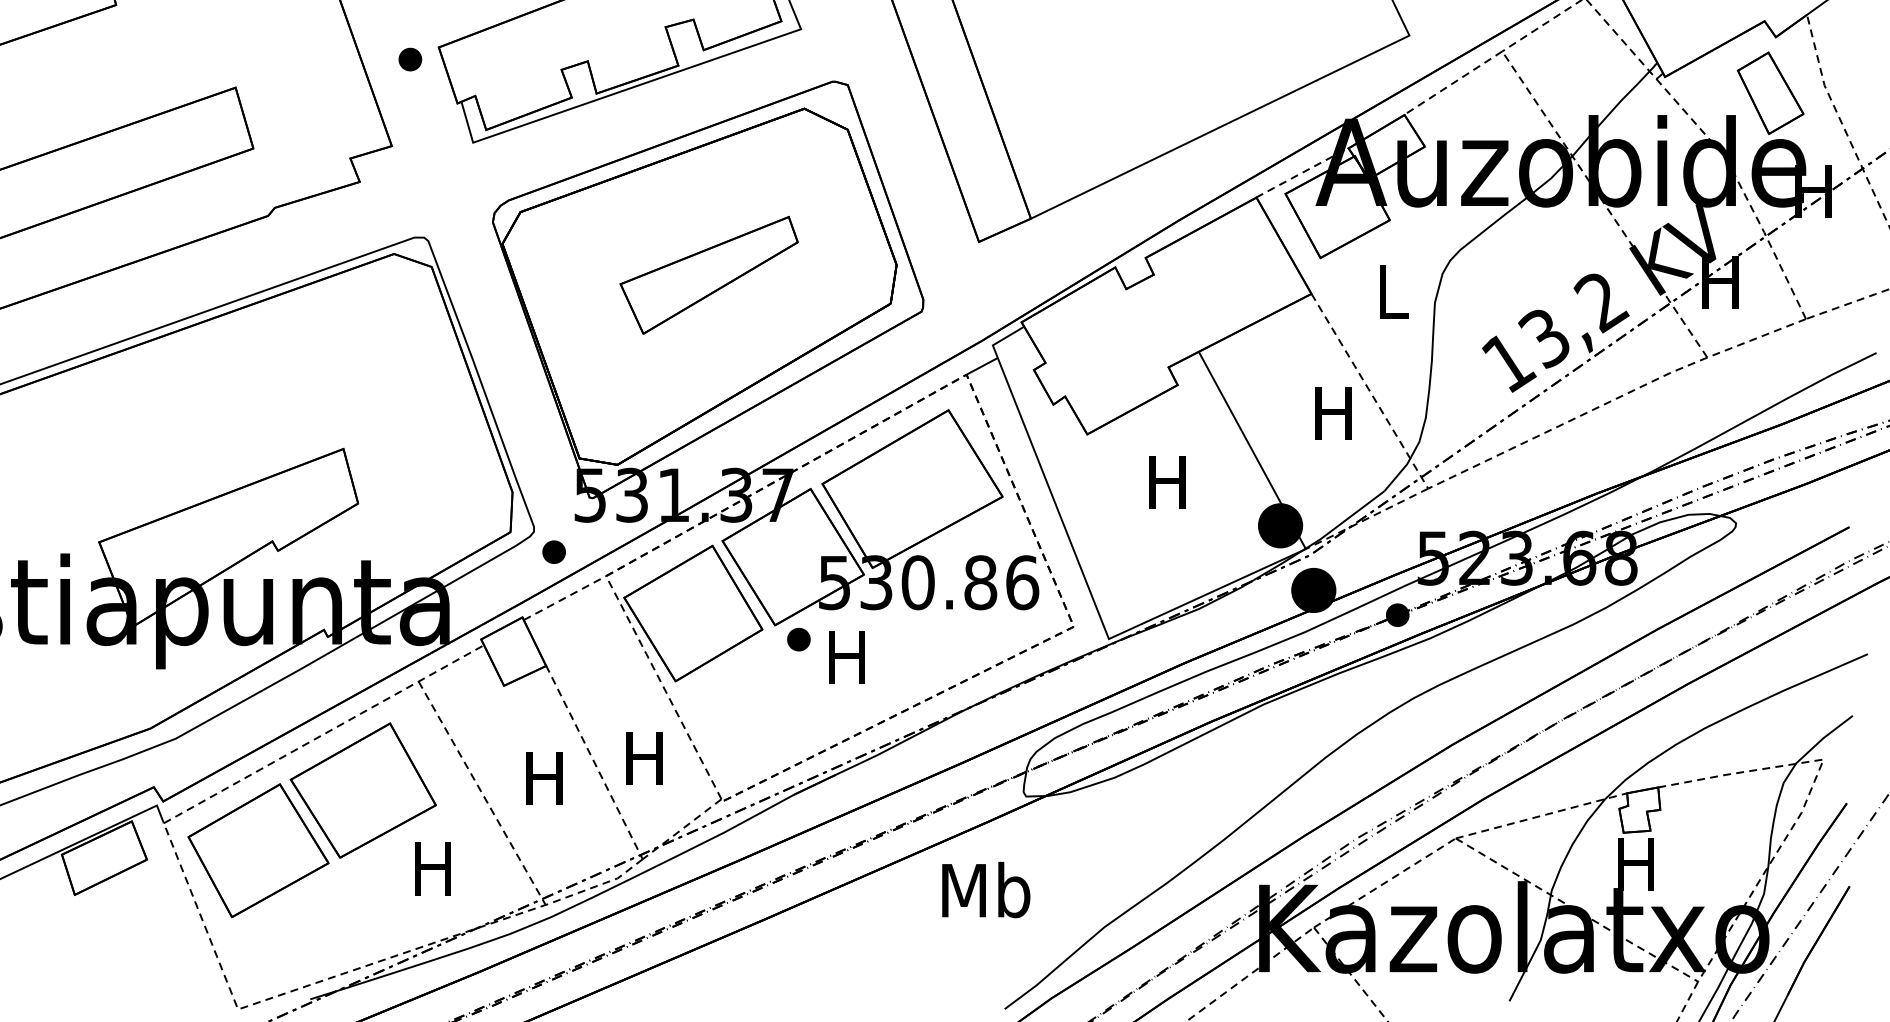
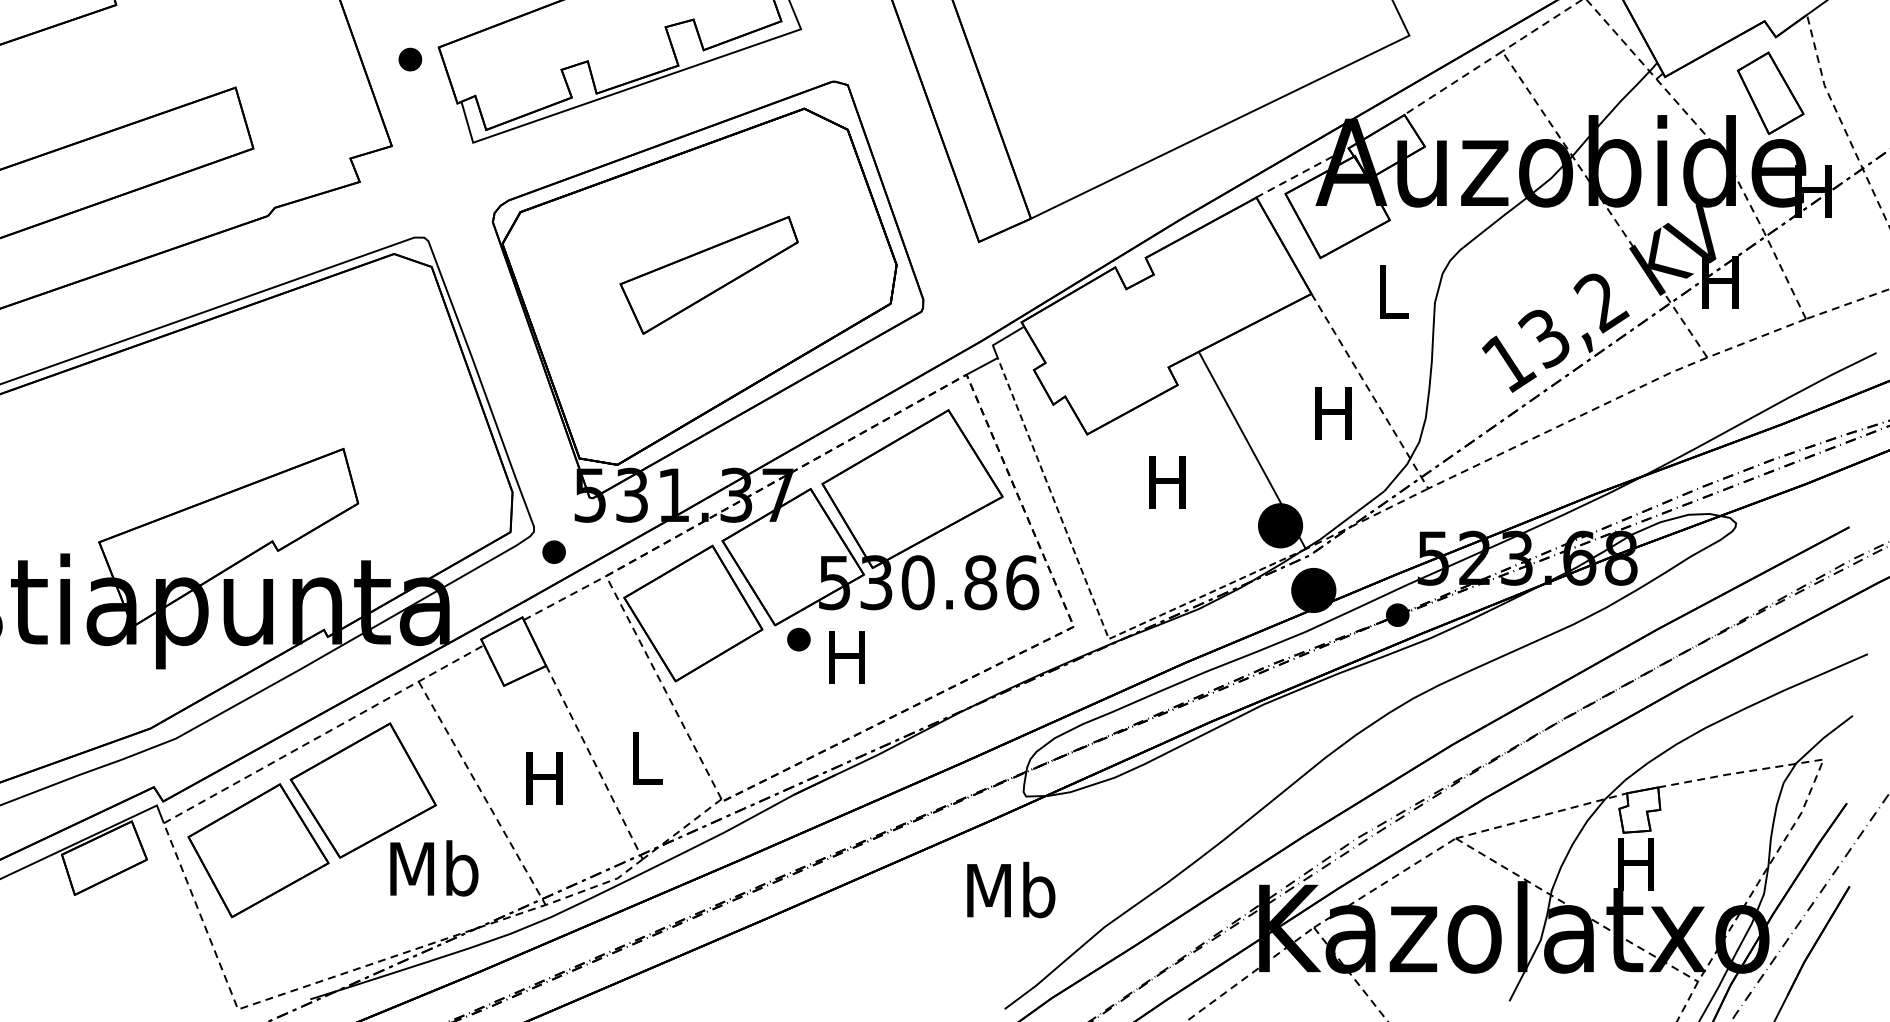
line at (1093, 599): solid -> dashed
text at (644, 758): H -> L
text at (434, 868): H -> Mb
text at (986, 889) position: (986, 889) -> (1011, 889)
